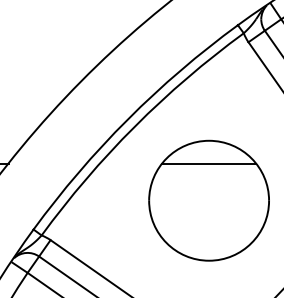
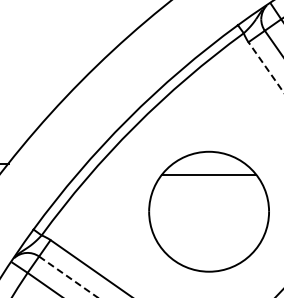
line at (265, 66): solid -> dashed
part at (208, 200) position: (208, 200) -> (208, 211)
line at (68, 277): solid -> dashed
